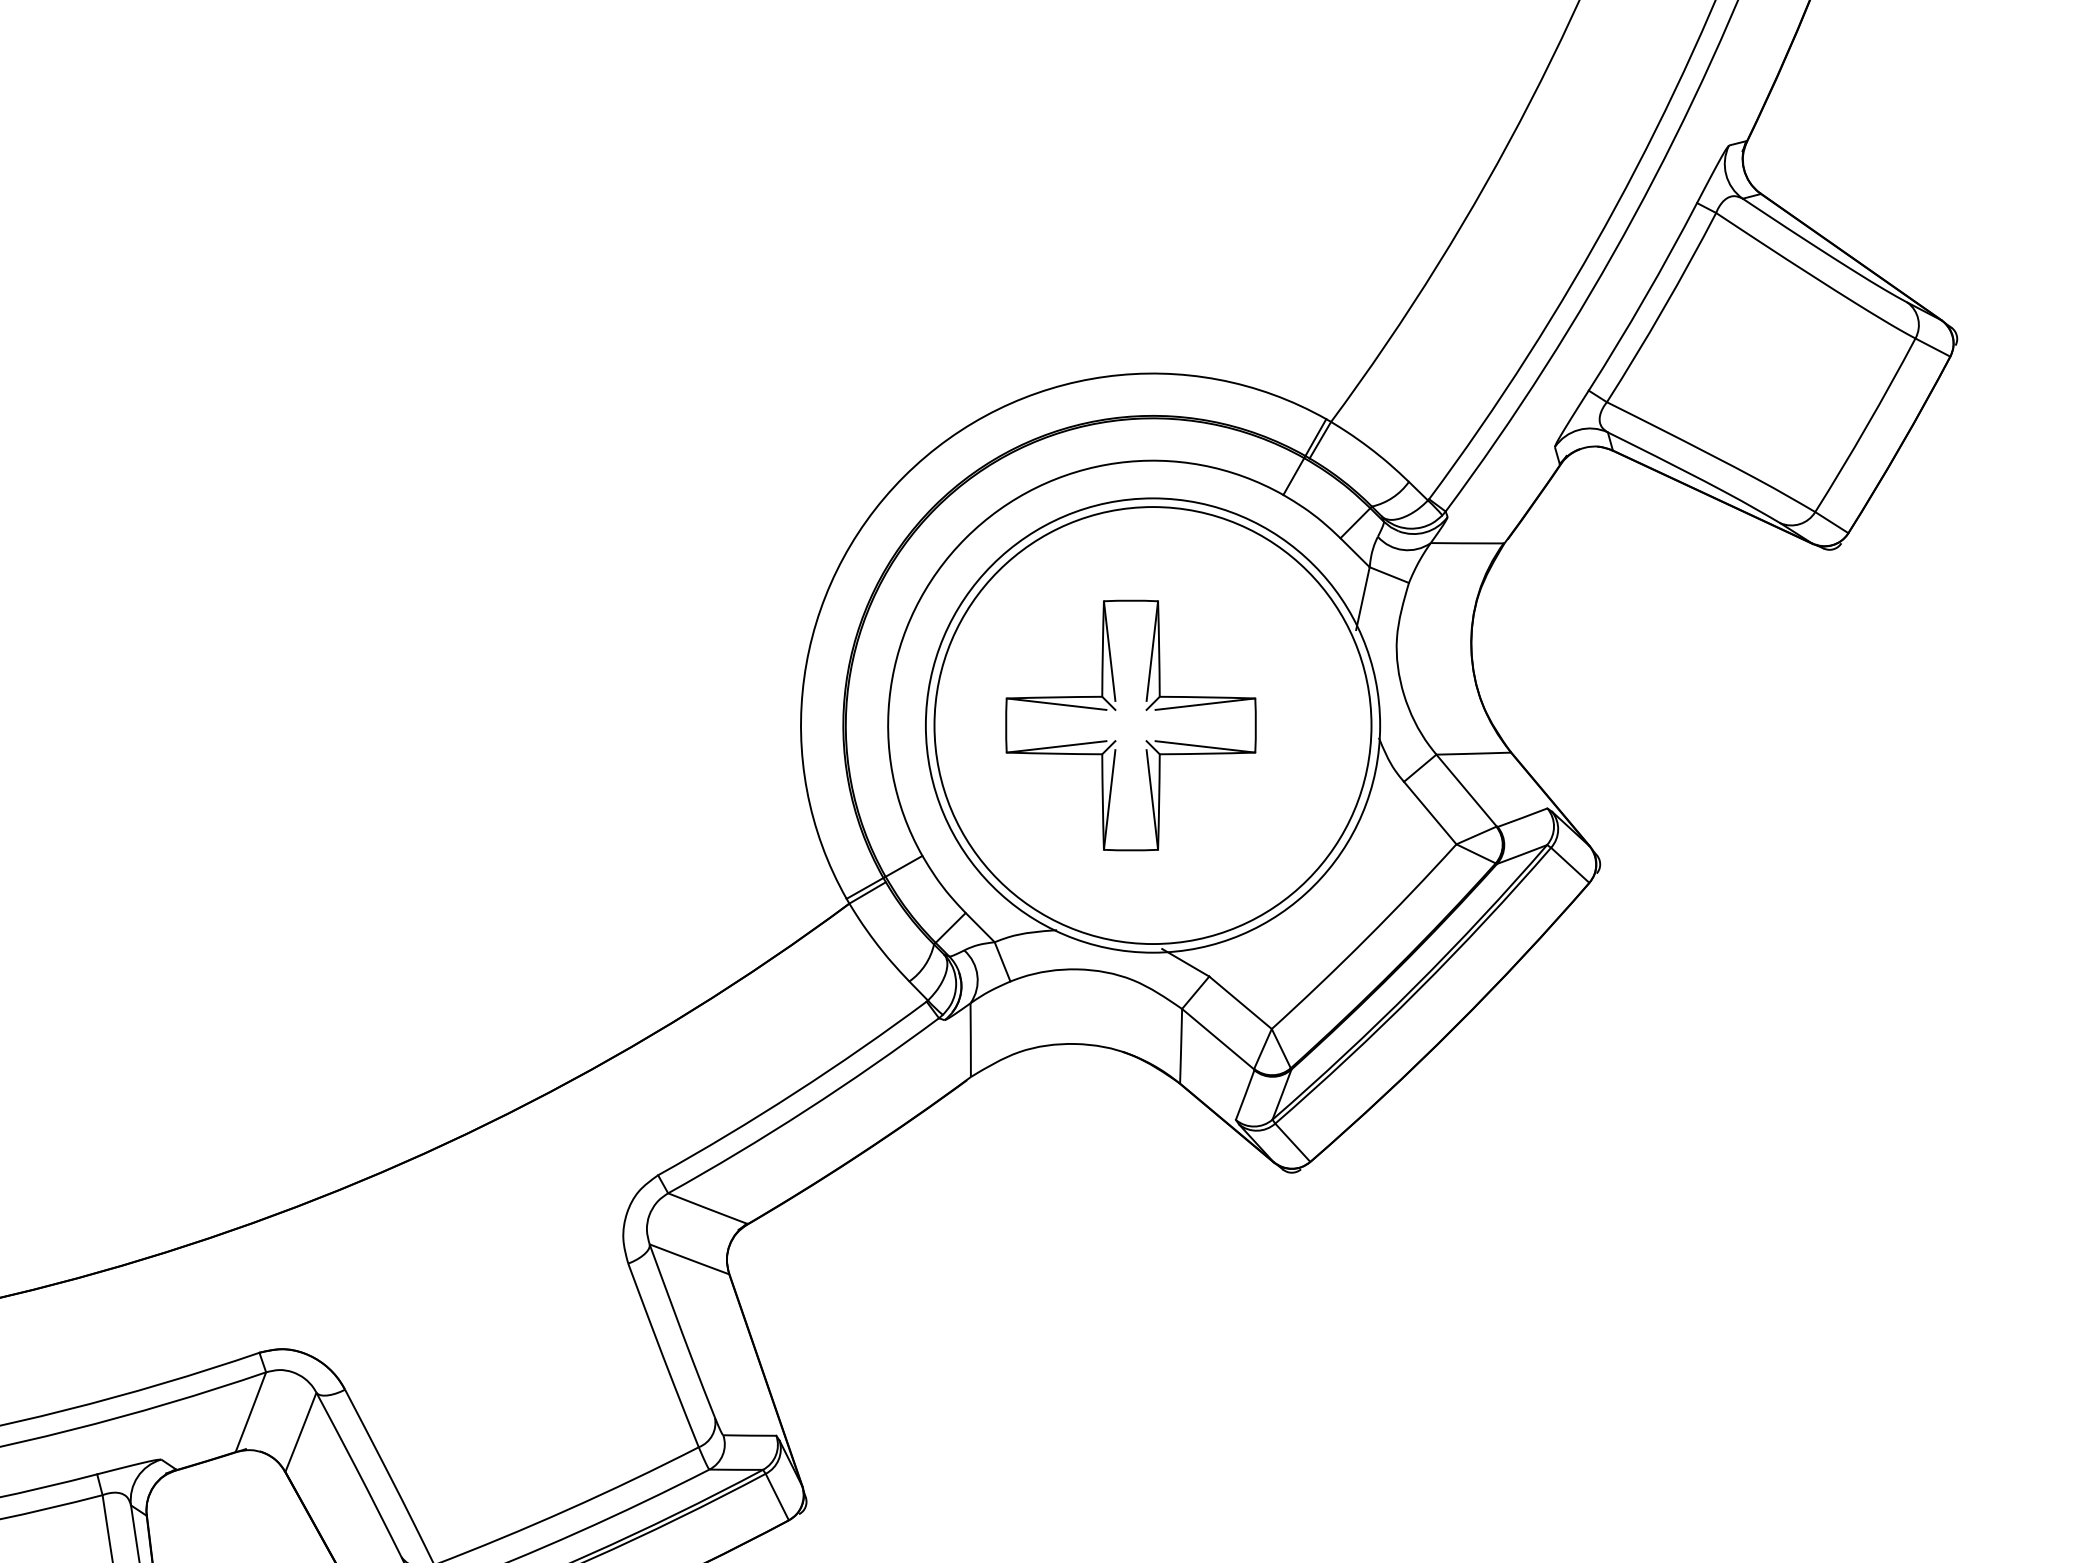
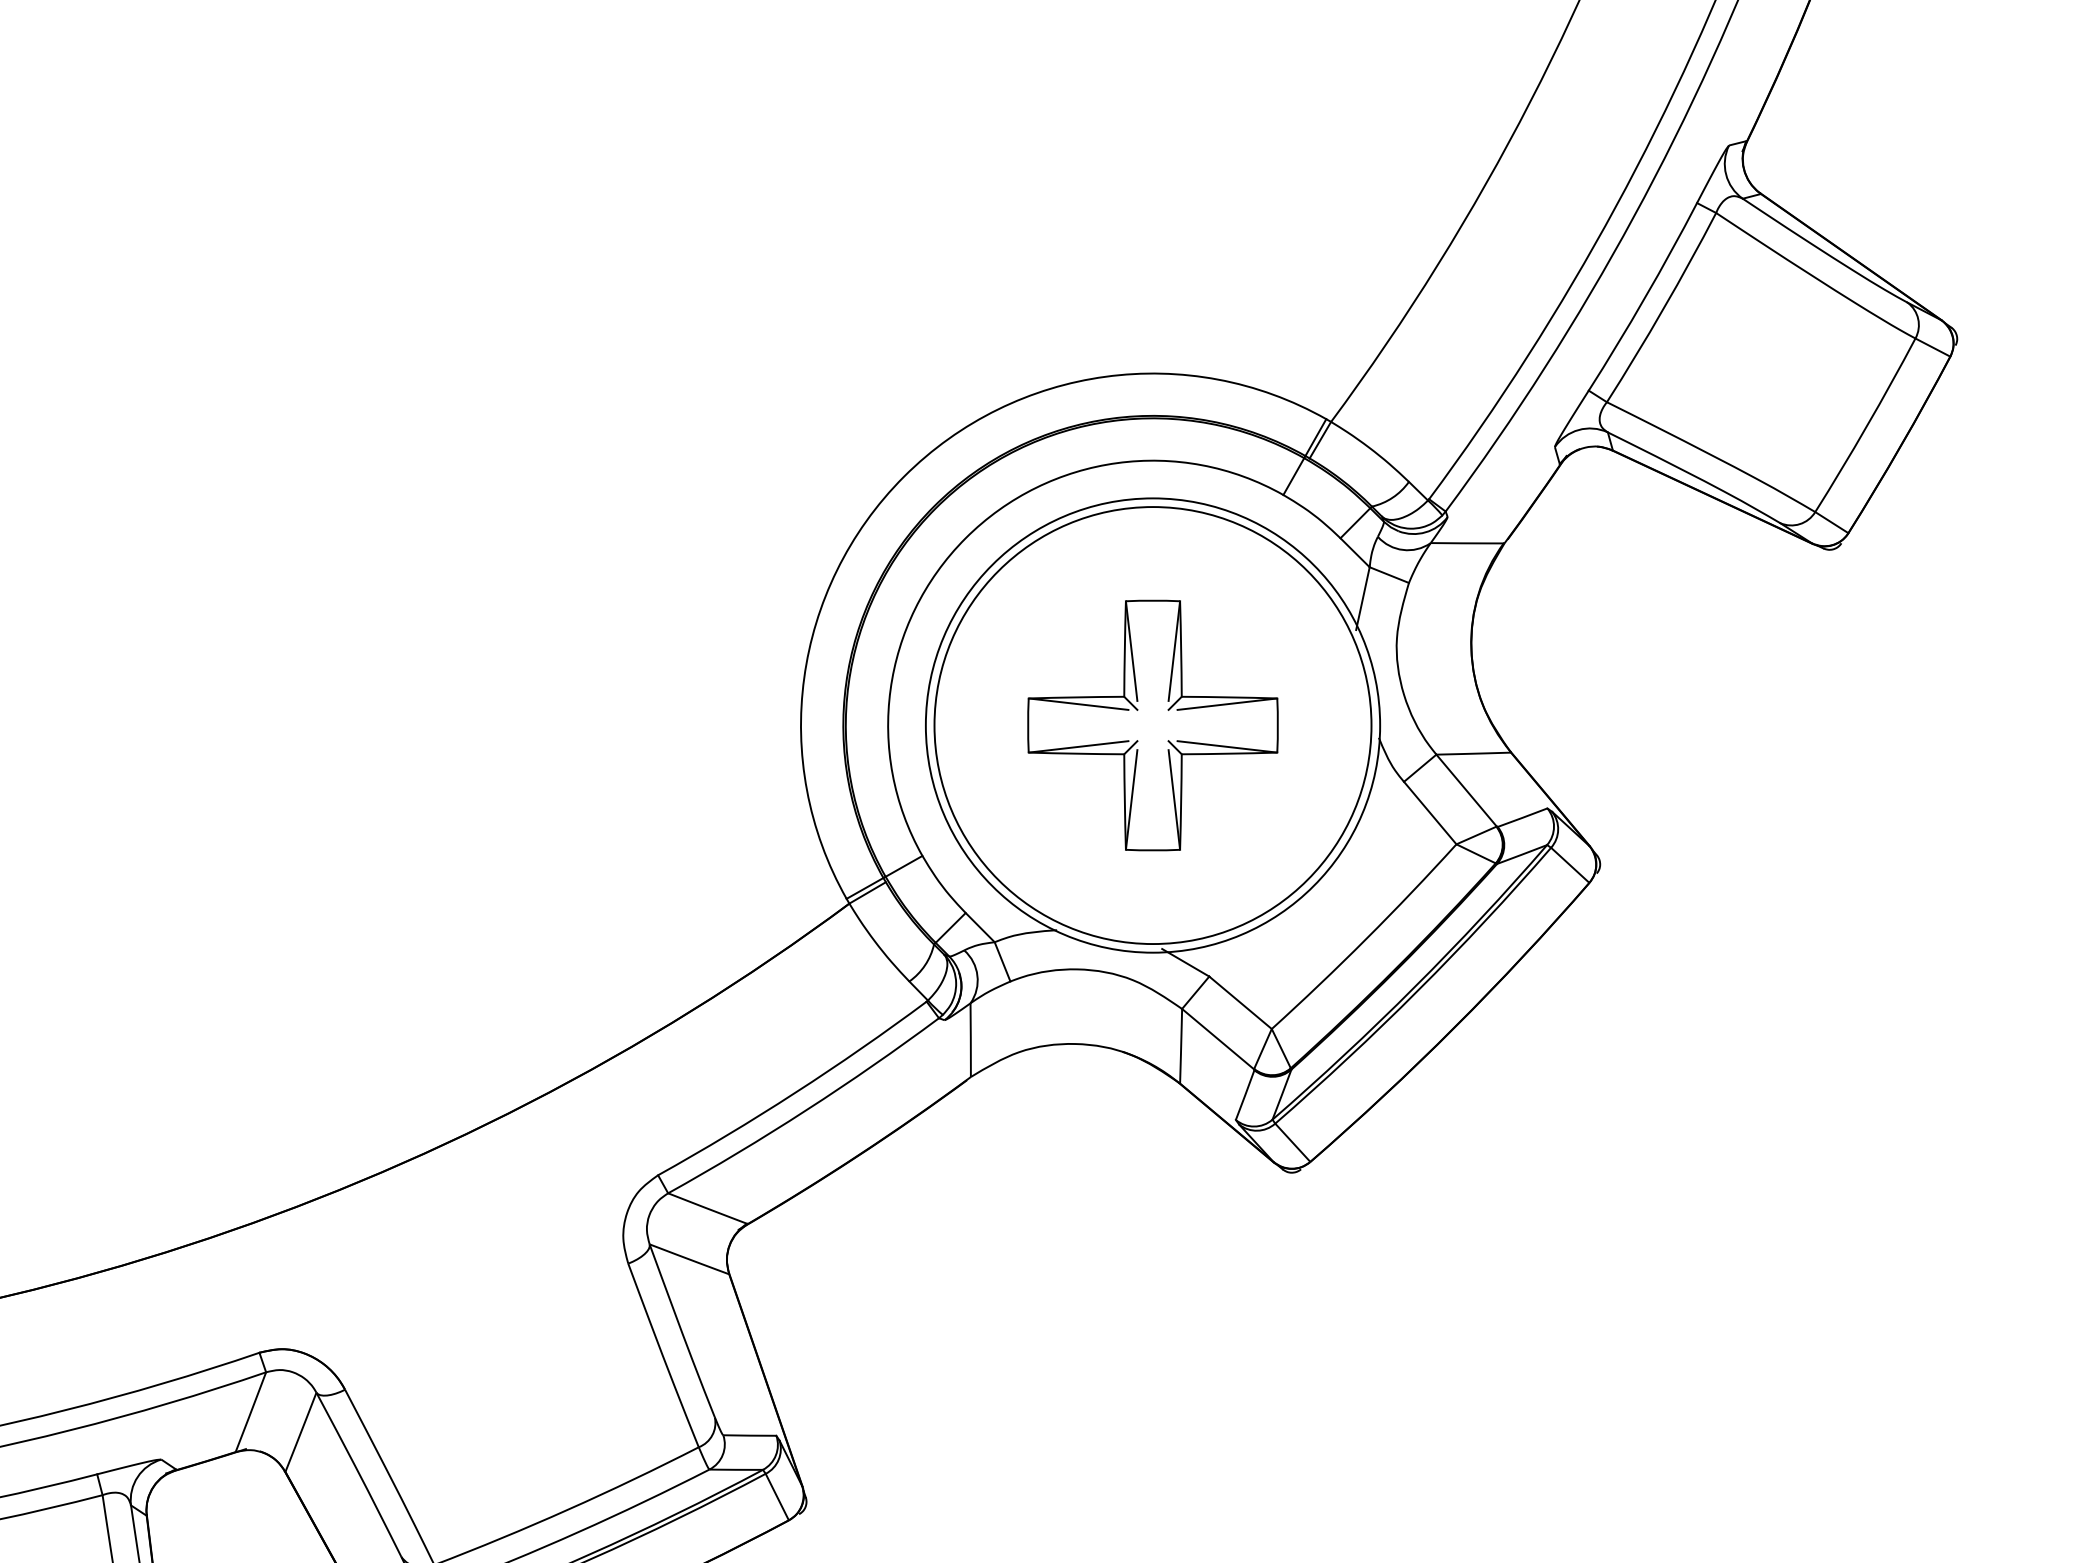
part at (1130, 725) position: (1130, 725) -> (1152, 725)
